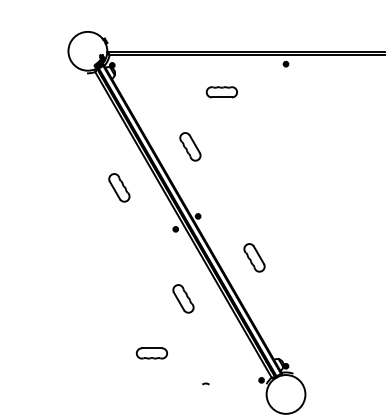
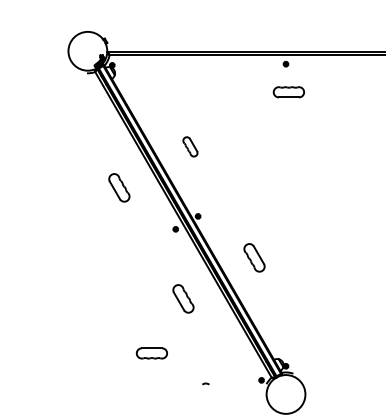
part at (221, 92) position: (221, 92) -> (288, 92)
part at (190, 146) size: 23x30 px -> 17x22 px
